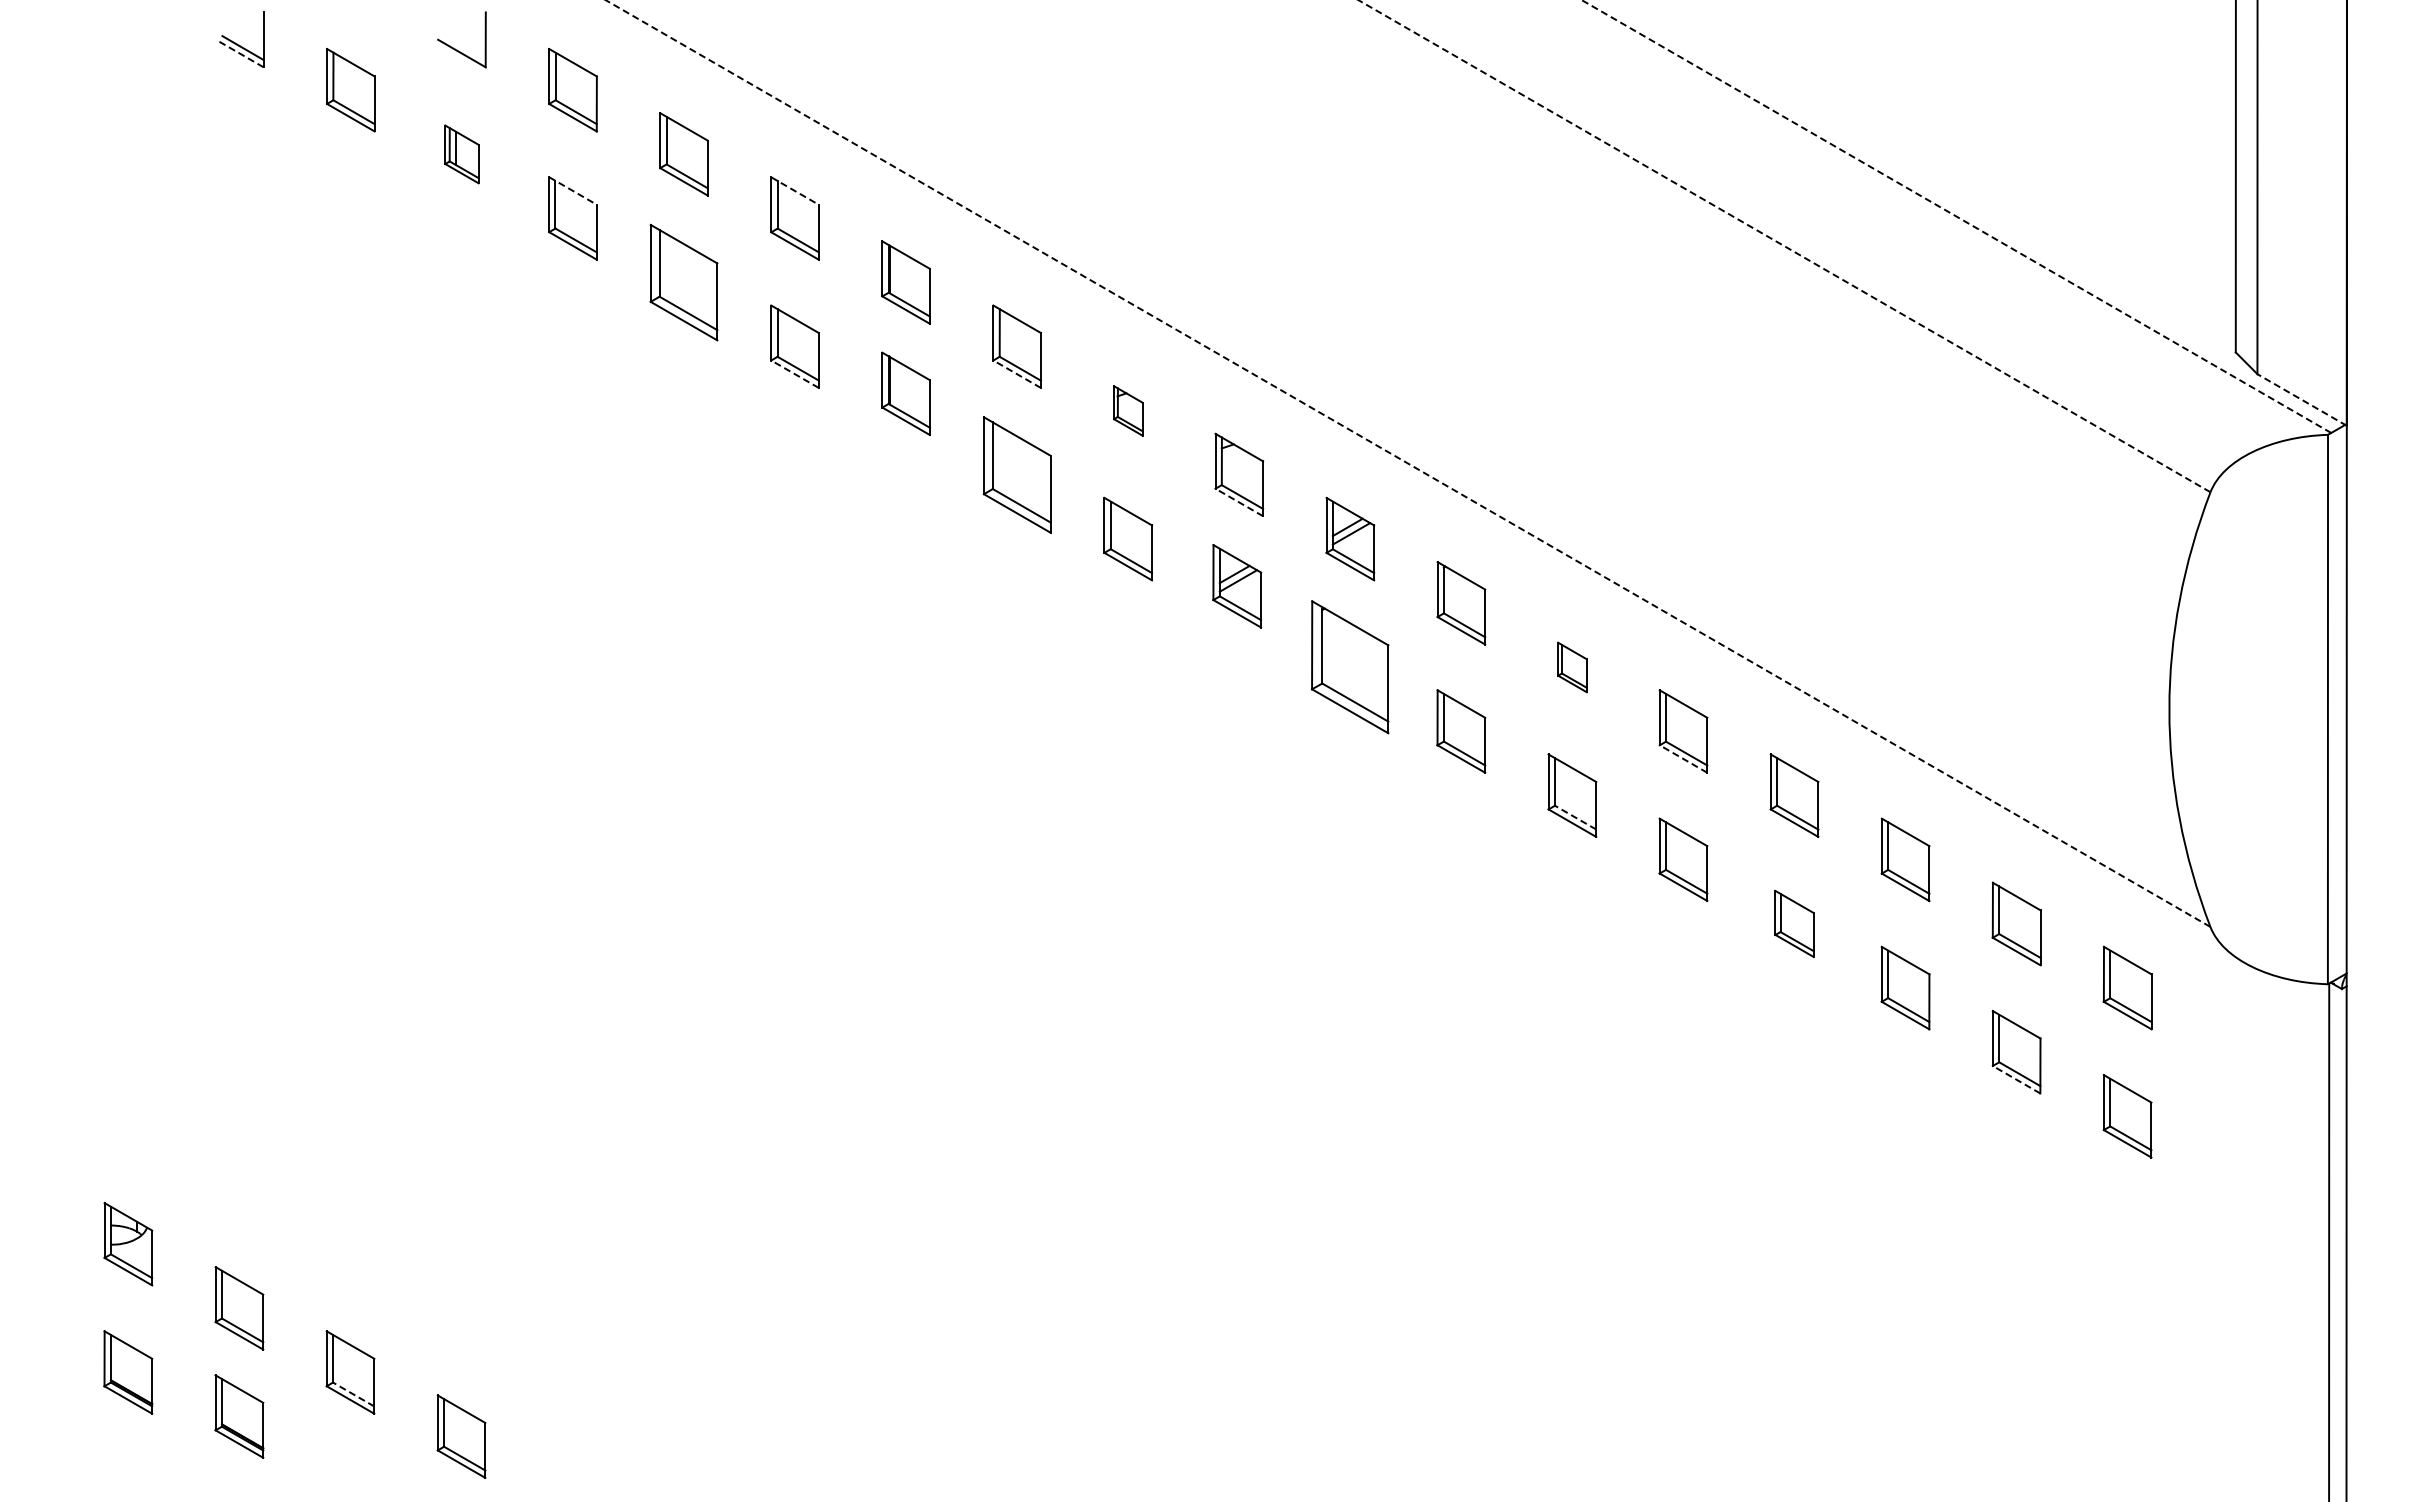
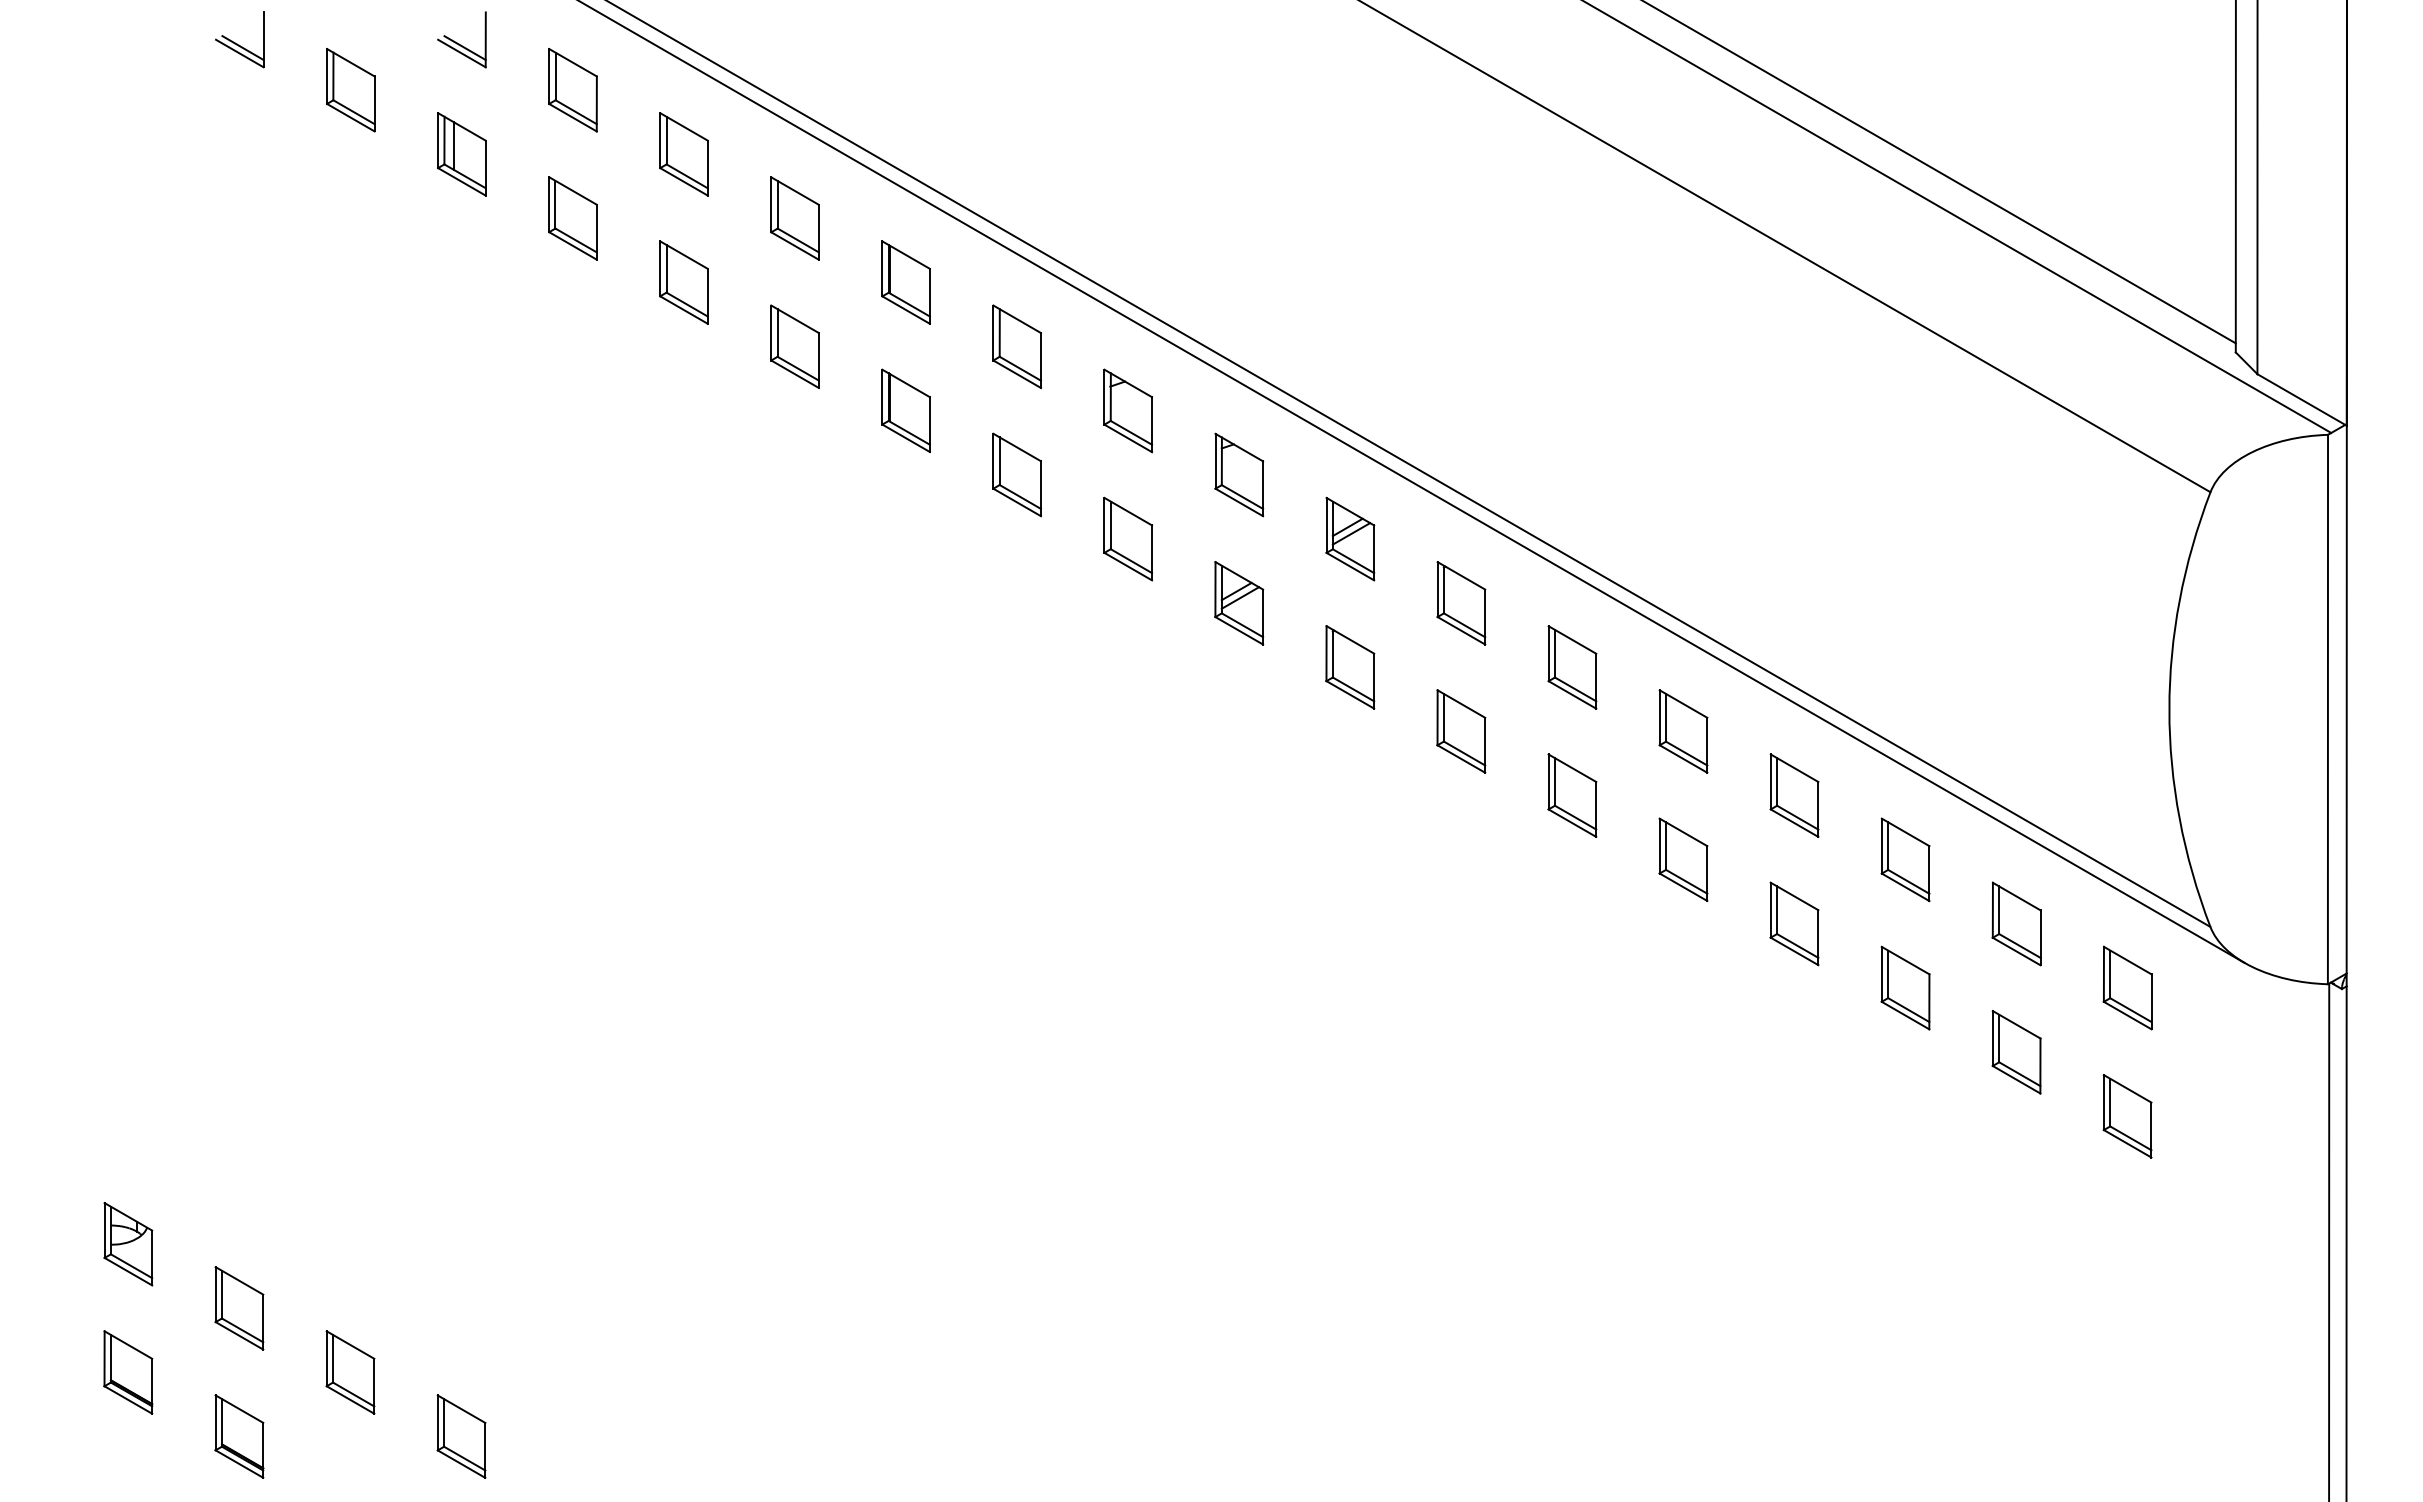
line at (464, 47): none -> present
line at (239, 53): dashed -> solid
part at (461, 154) size: 36x61 px -> 50x85 px
line at (1940, 172): none -> present
line at (573, 191): dashed -> solid
line at (795, 191): dashed -> solid
line at (1956, 216): dashed -> solid
line at (1784, 246): dashed -> solid
part at (683, 282) size: 70x119 px -> 50x85 px
line at (794, 374): dashed -> solid
line at (1016, 374): dashed -> solid
part at (905, 393) position: (905, 393) -> (905, 410)
line at (2302, 400): dashed -> solid
part at (1128, 410) size: 31x52 px -> 51x86 px
line at (1407, 463): dashed -> solid
part at (1016, 474) size: 70x118 px -> 50x86 px
line at (1412, 482): none -> present
line at (1238, 502): dashed -> solid
part at (1237, 586) position: (1237, 586) -> (1239, 603)
part at (1350, 667) size: 79x135 px -> 51x85 px
part at (1572, 667) size: 31x53 px -> 51x85 px
line at (1683, 758): dashed -> solid
line at (1575, 817): dashed -> solid
part at (1794, 923) size: 41x69 px -> 51x86 px
line at (2016, 1079): dashed -> solid
line at (353, 1394): dashed -> solid
part at (239, 1416) position: (239, 1416) -> (239, 1436)
